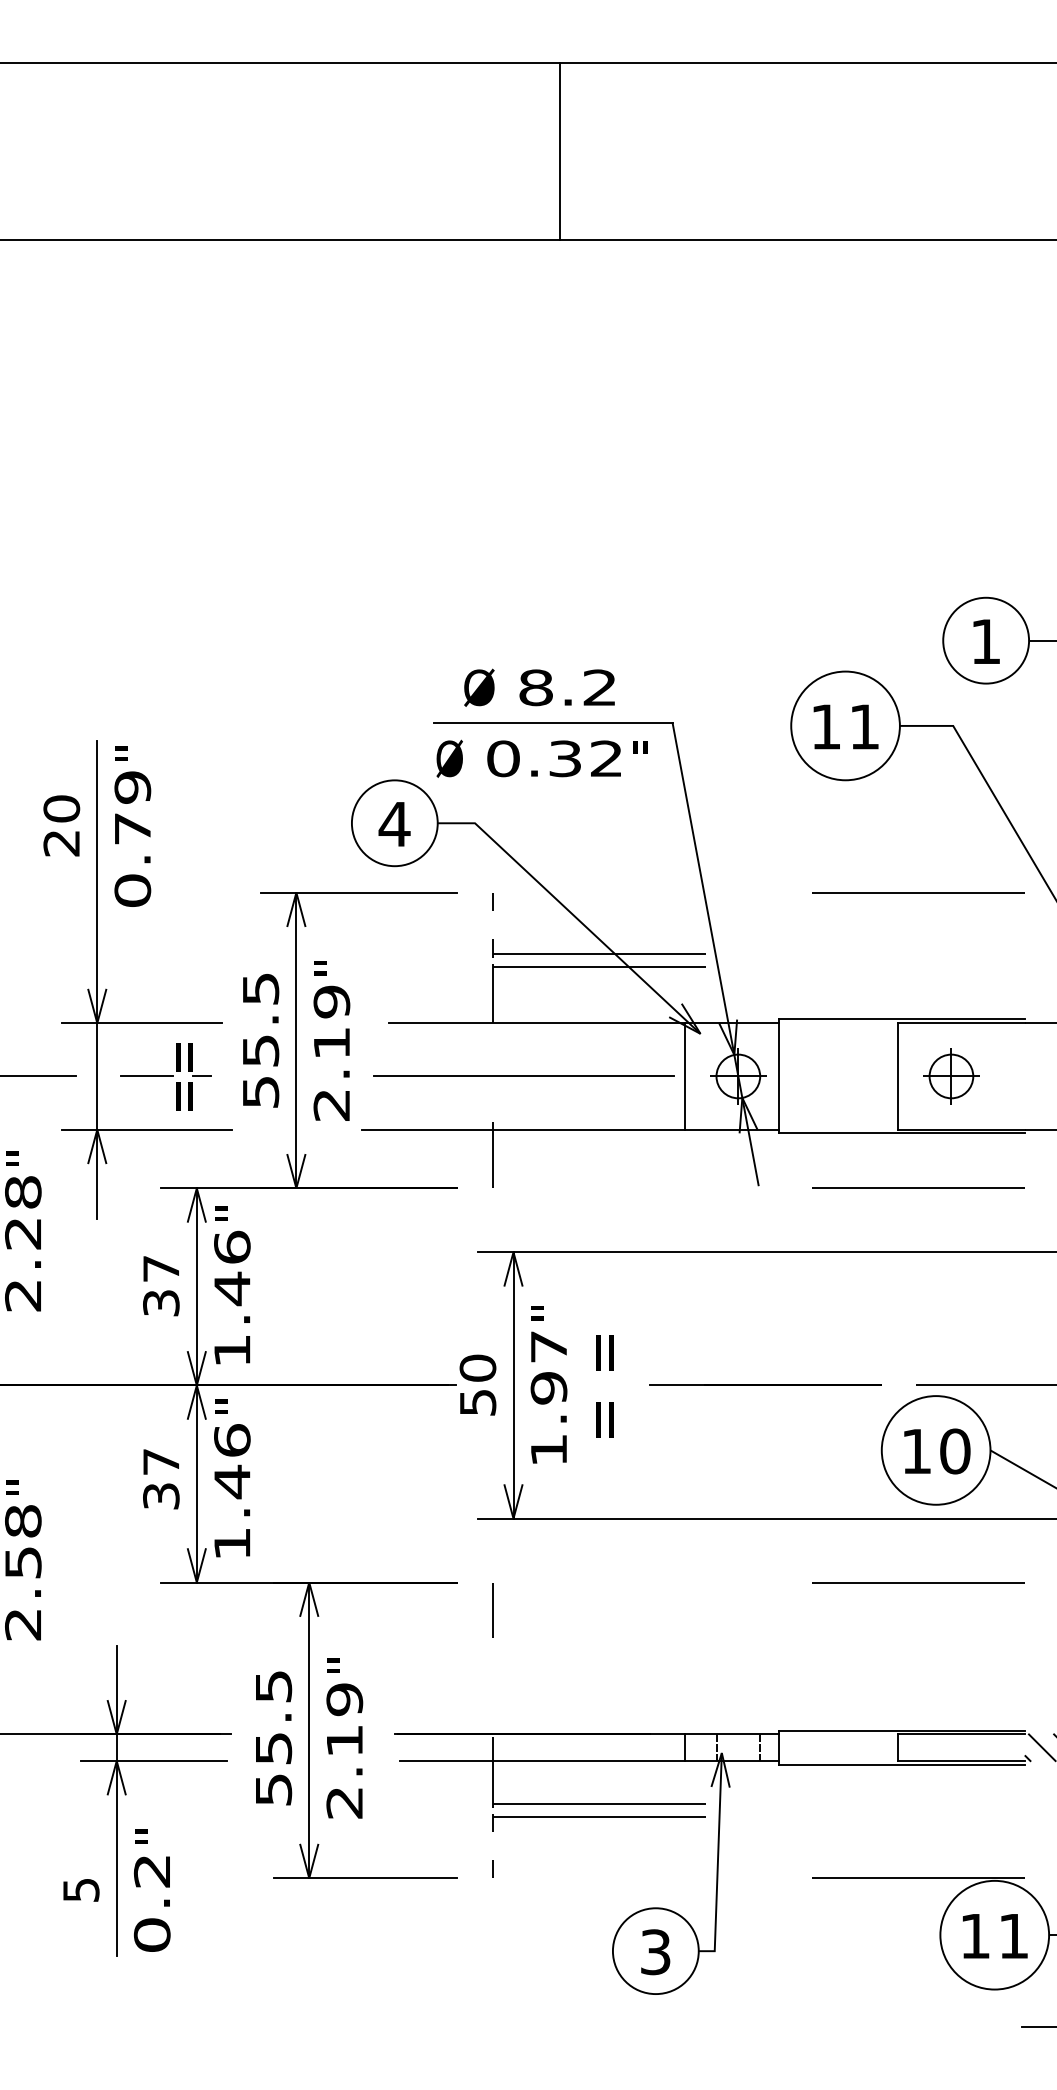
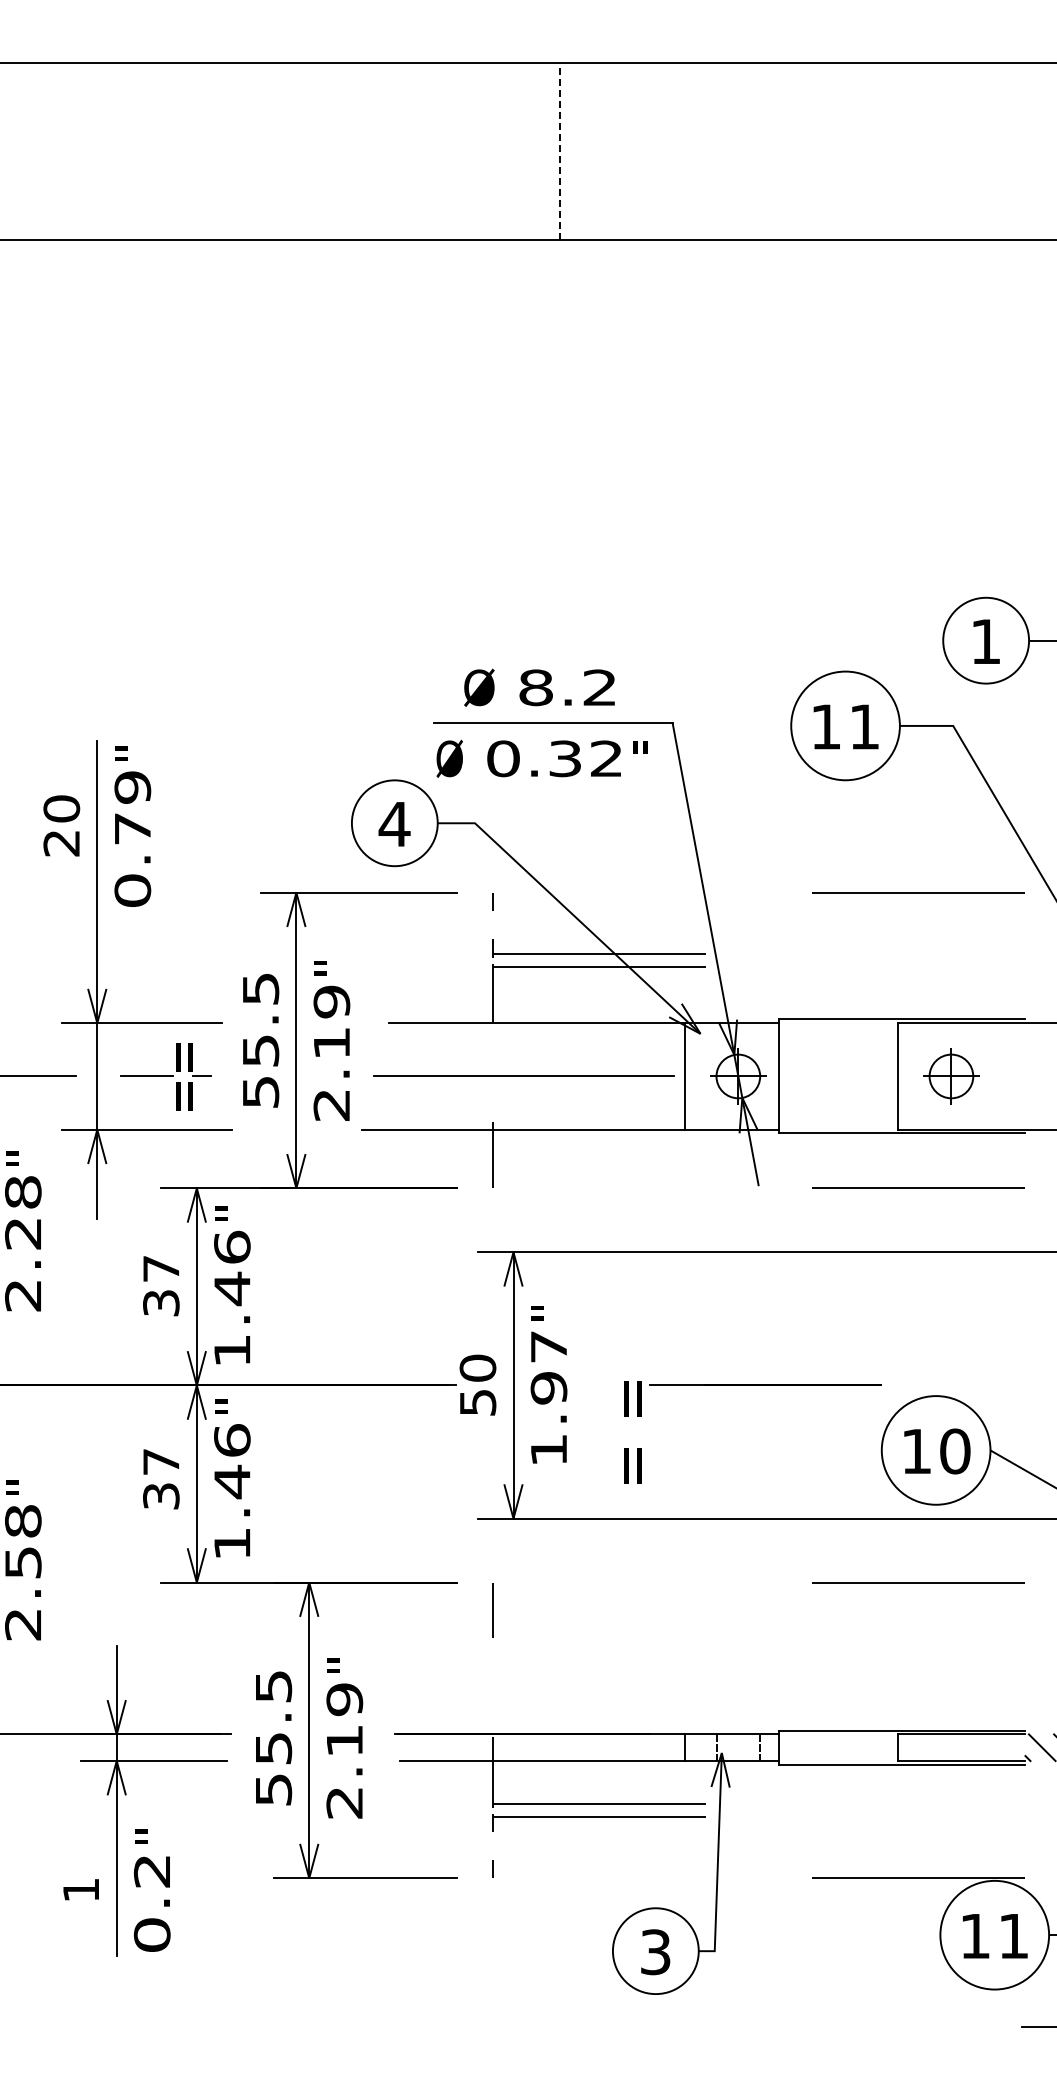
line at (560, 151): solid -> dashed
line at (984, 1385): present -> none
text at (604, 1386) position: (604, 1386) -> (632, 1432)
text at (81, 1890): 5 -> 1
